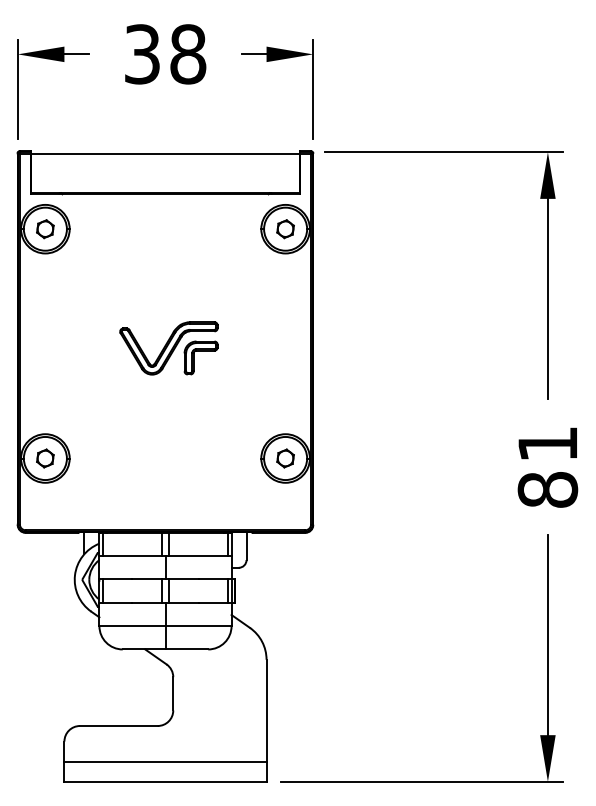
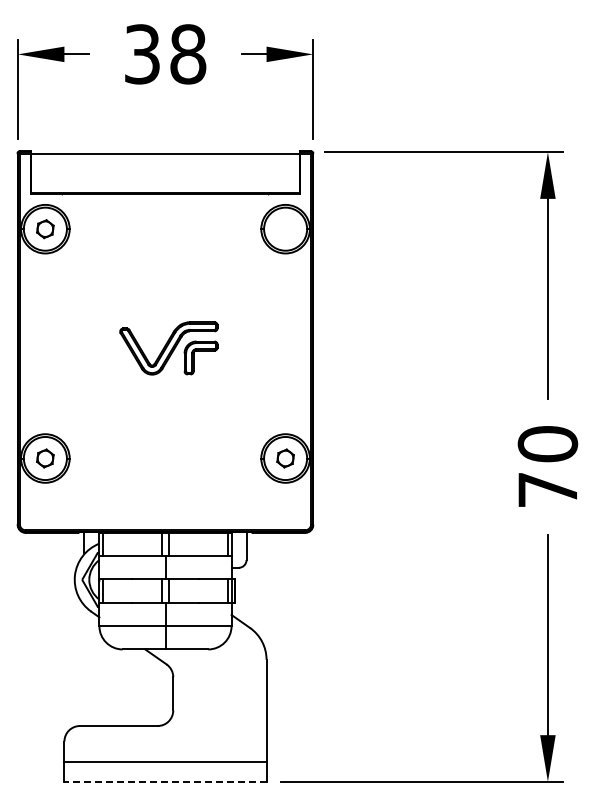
part at (285, 229): present -> none
text at (547, 466): 81 -> 70
line at (165, 781): solid -> dashed
